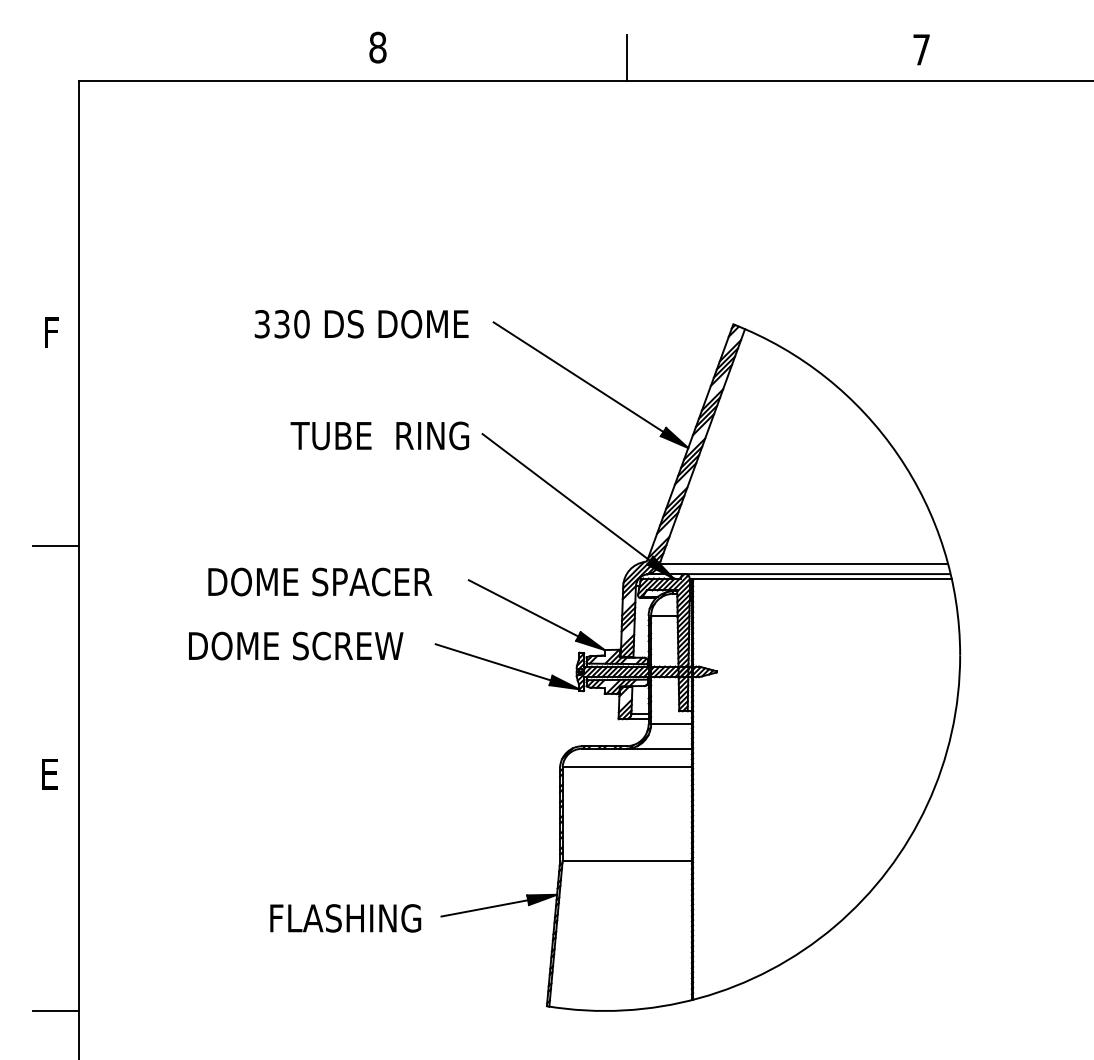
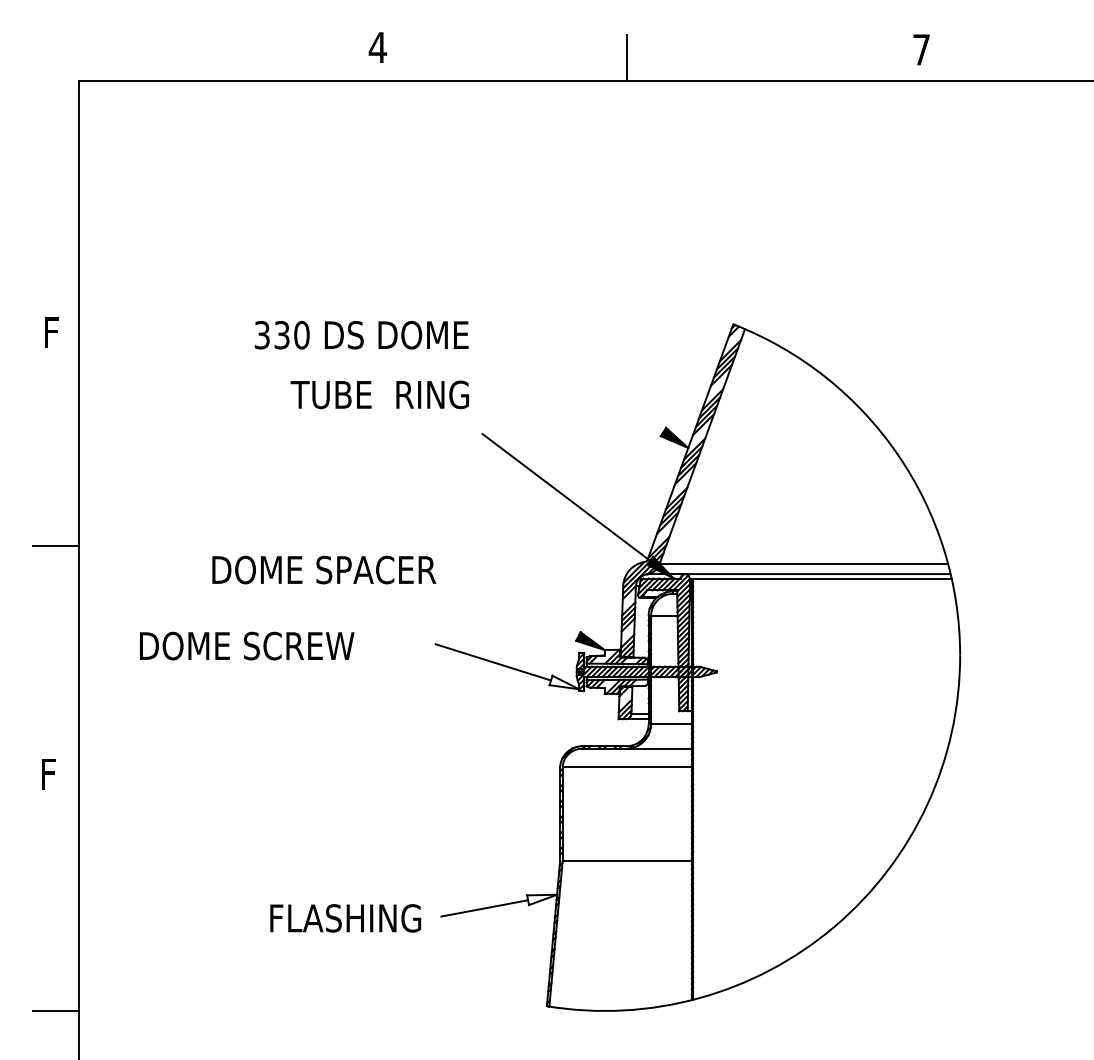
text at (377, 47): 8 -> 4
text at (361, 324) position: (361, 324) -> (361, 335)
line at (578, 377): present -> none
text at (379, 435) position: (379, 435) -> (379, 394)
text at (320, 581) position: (320, 581) -> (324, 569)
line at (523, 608): present -> none
text at (296, 645) position: (296, 645) -> (247, 645)
fill at (564, 682): present -> none
text at (51, 774): E -> F
fill at (542, 899): present -> none
